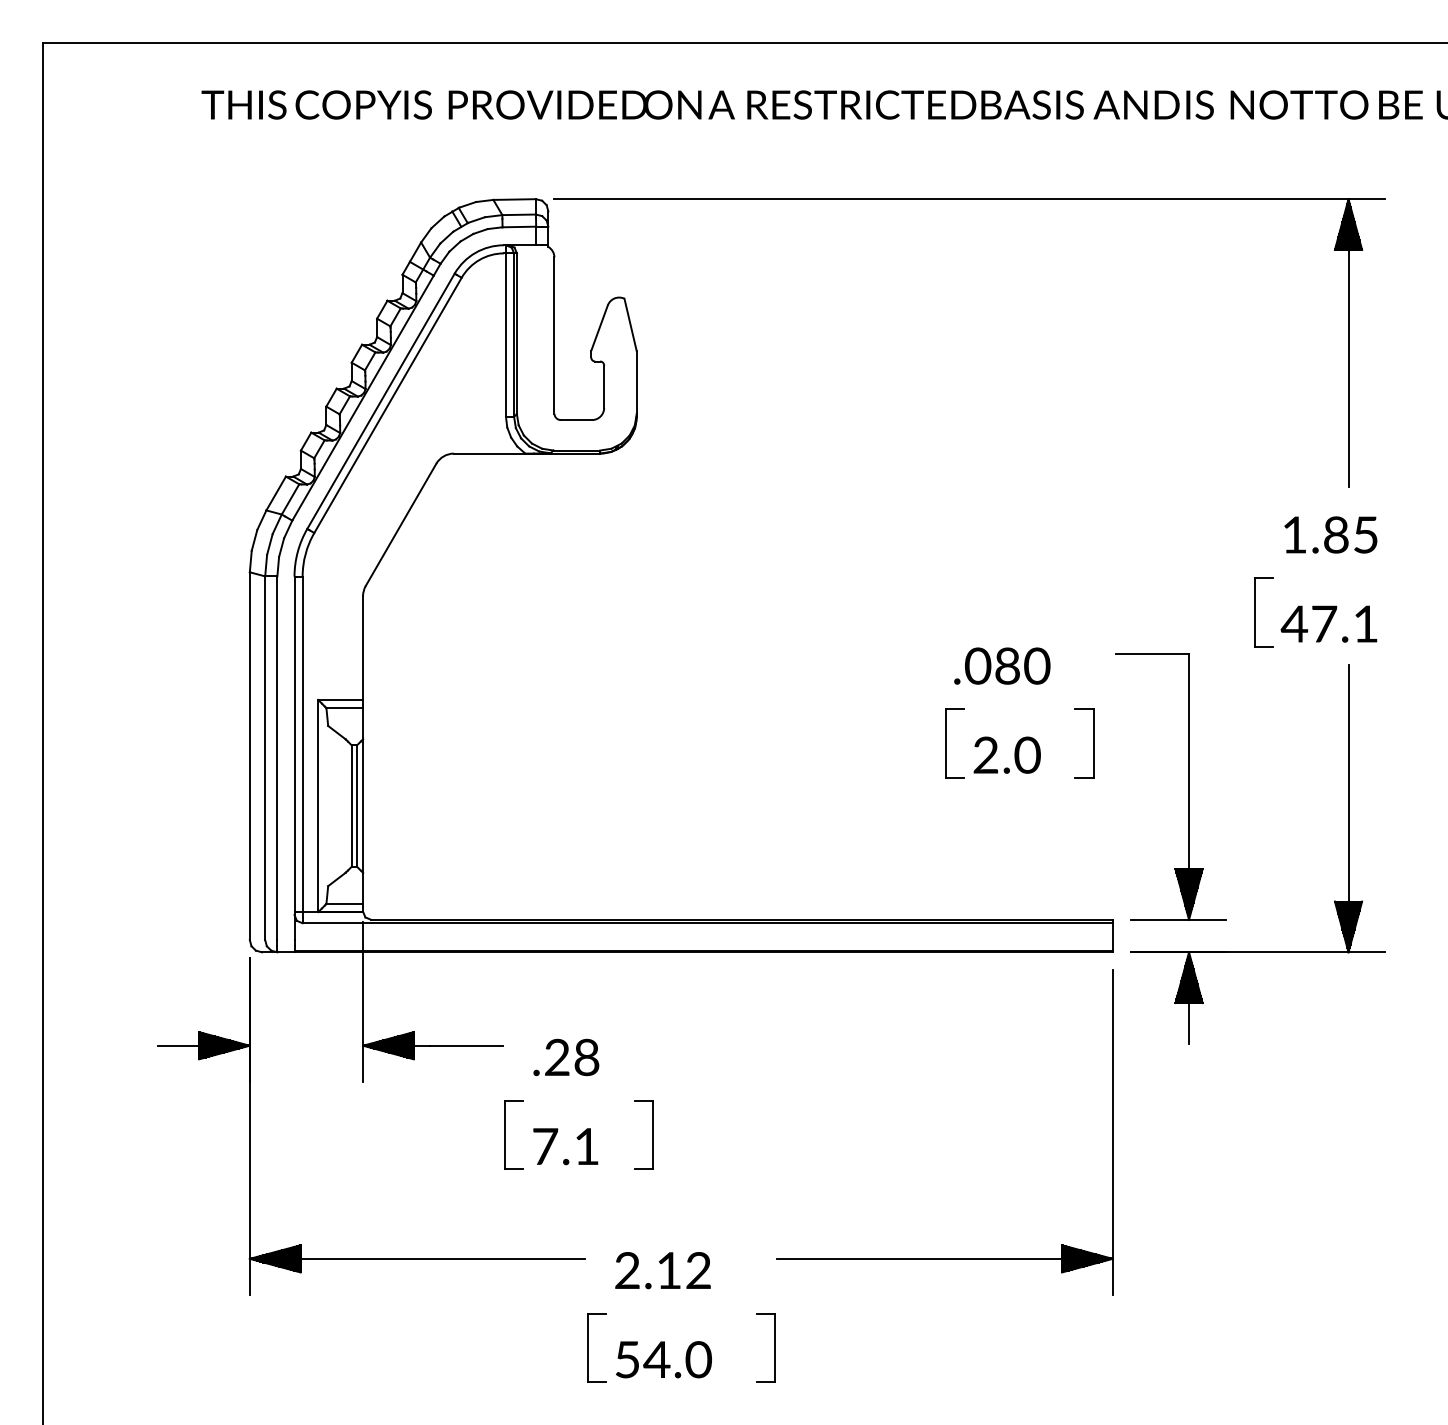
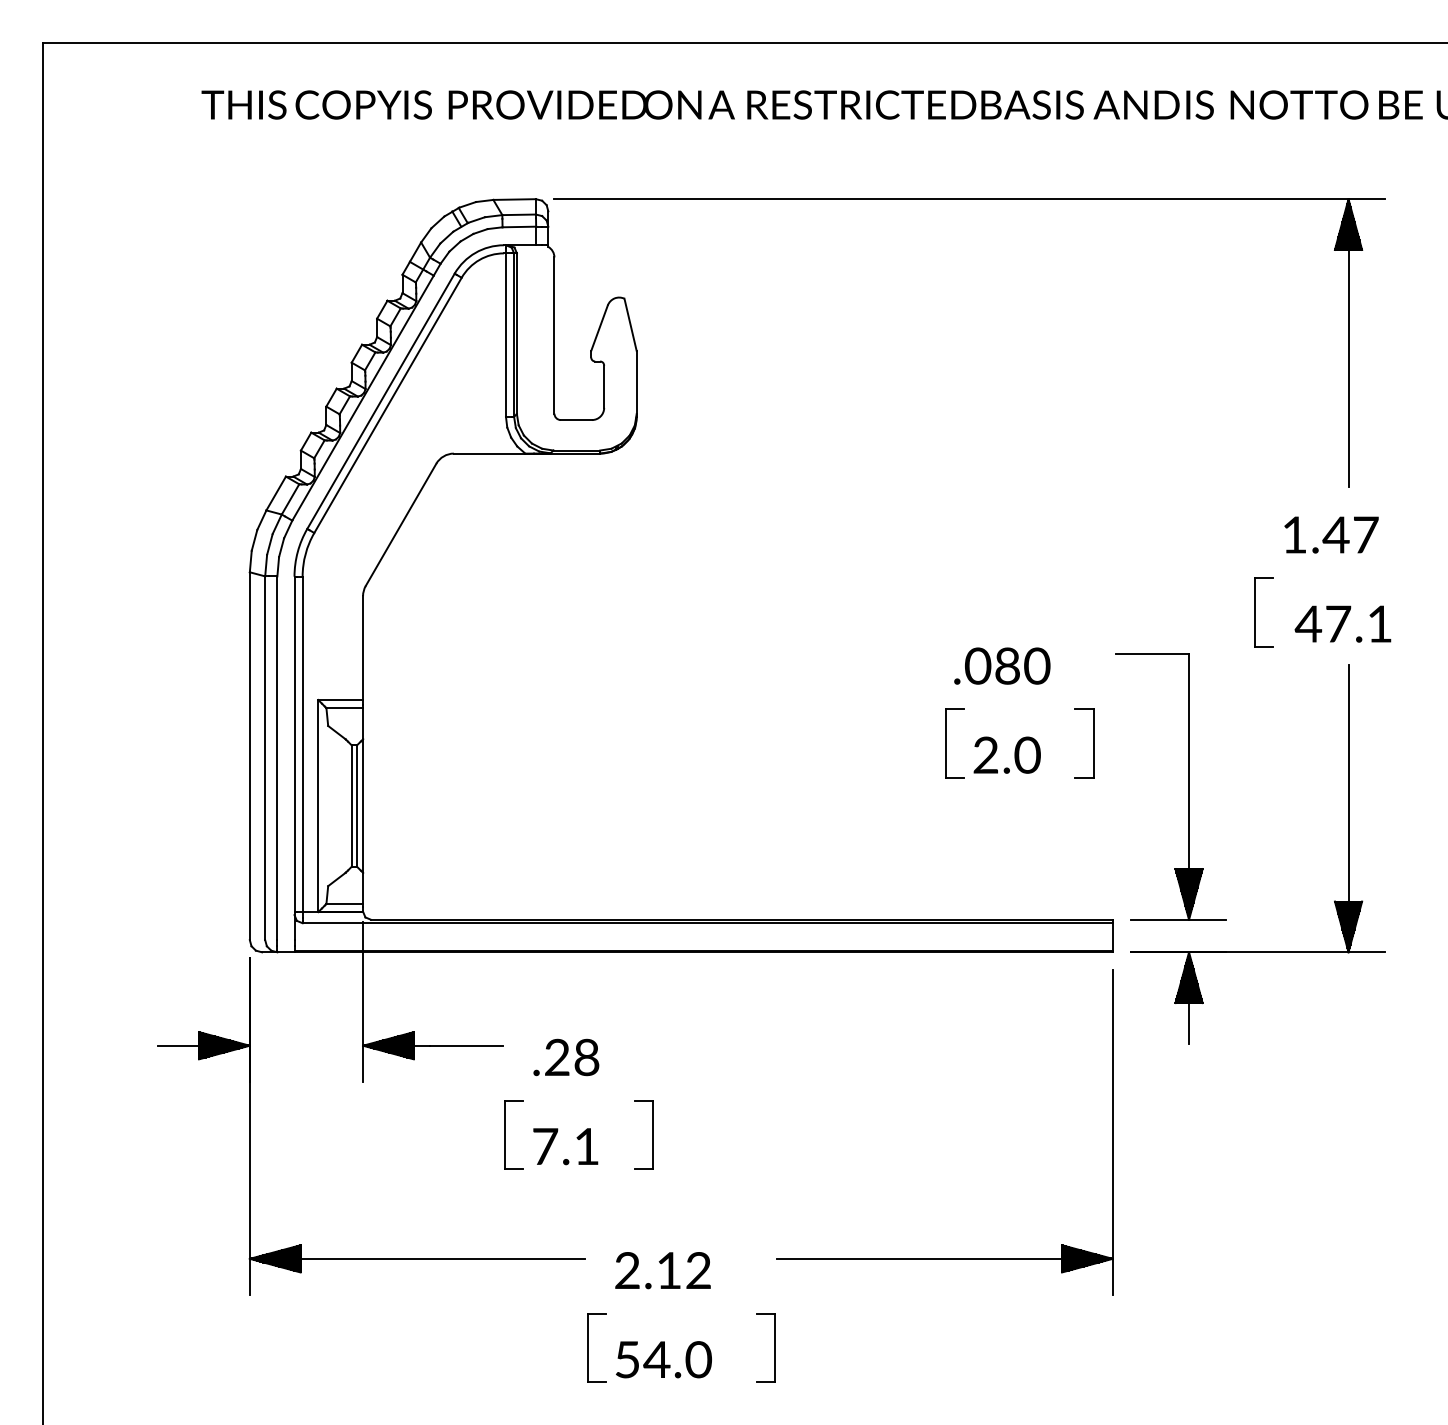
text at (1350, 534): 1.85 -> 1.47
text at (1328, 623) position: (1328, 623) -> (1342, 623)
